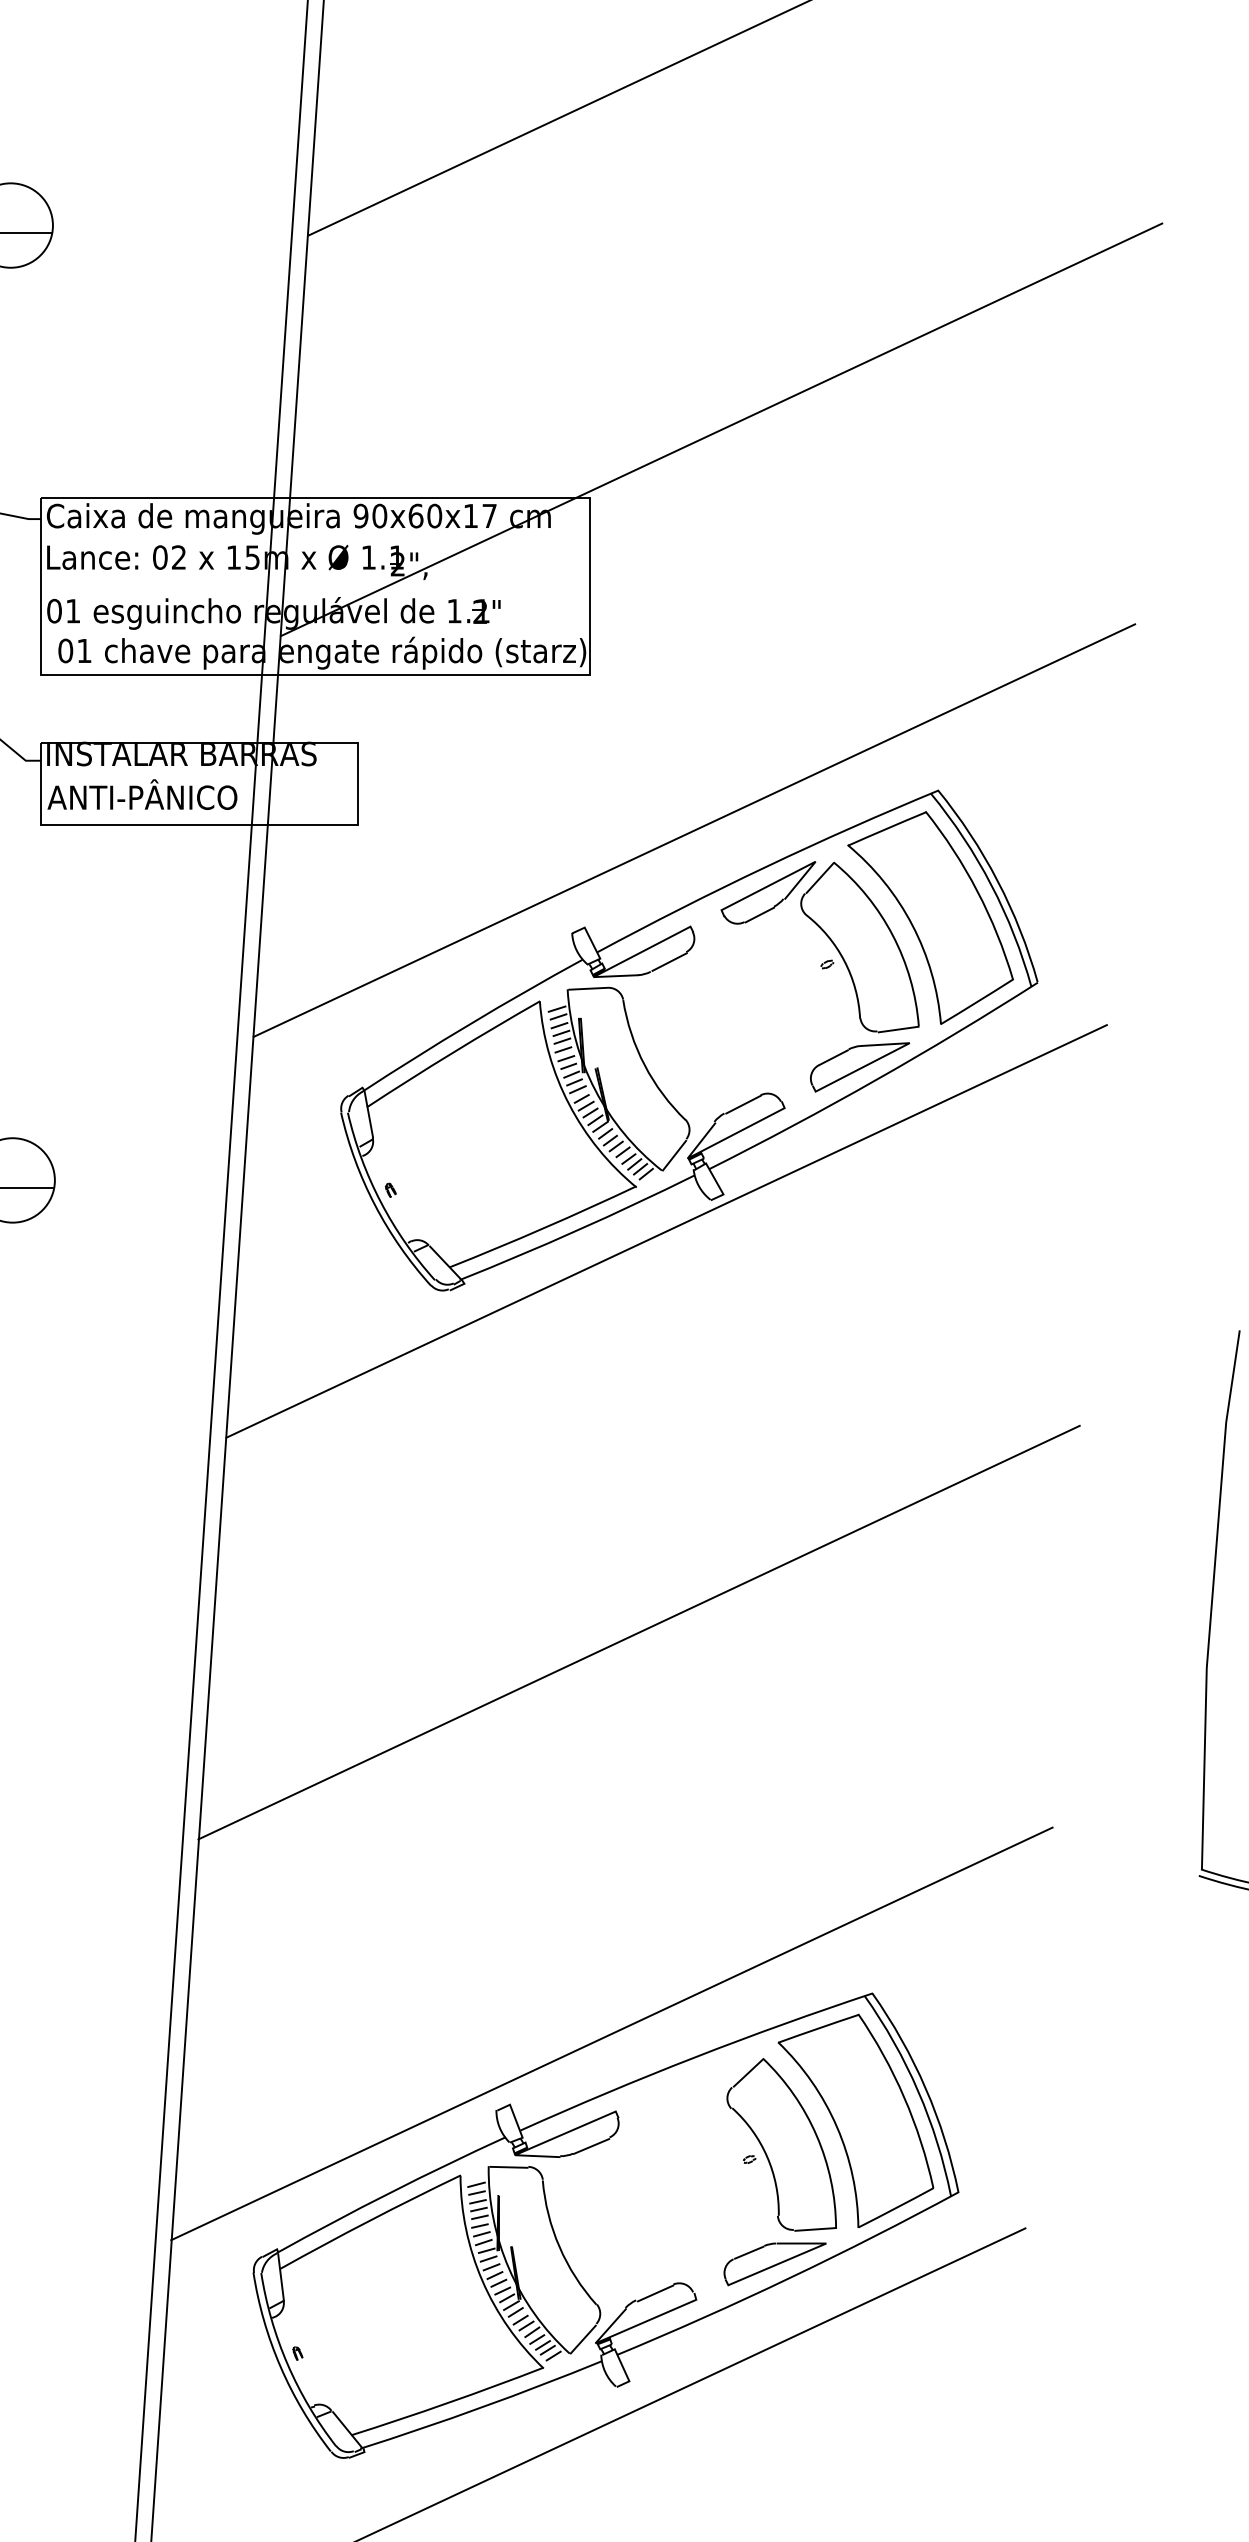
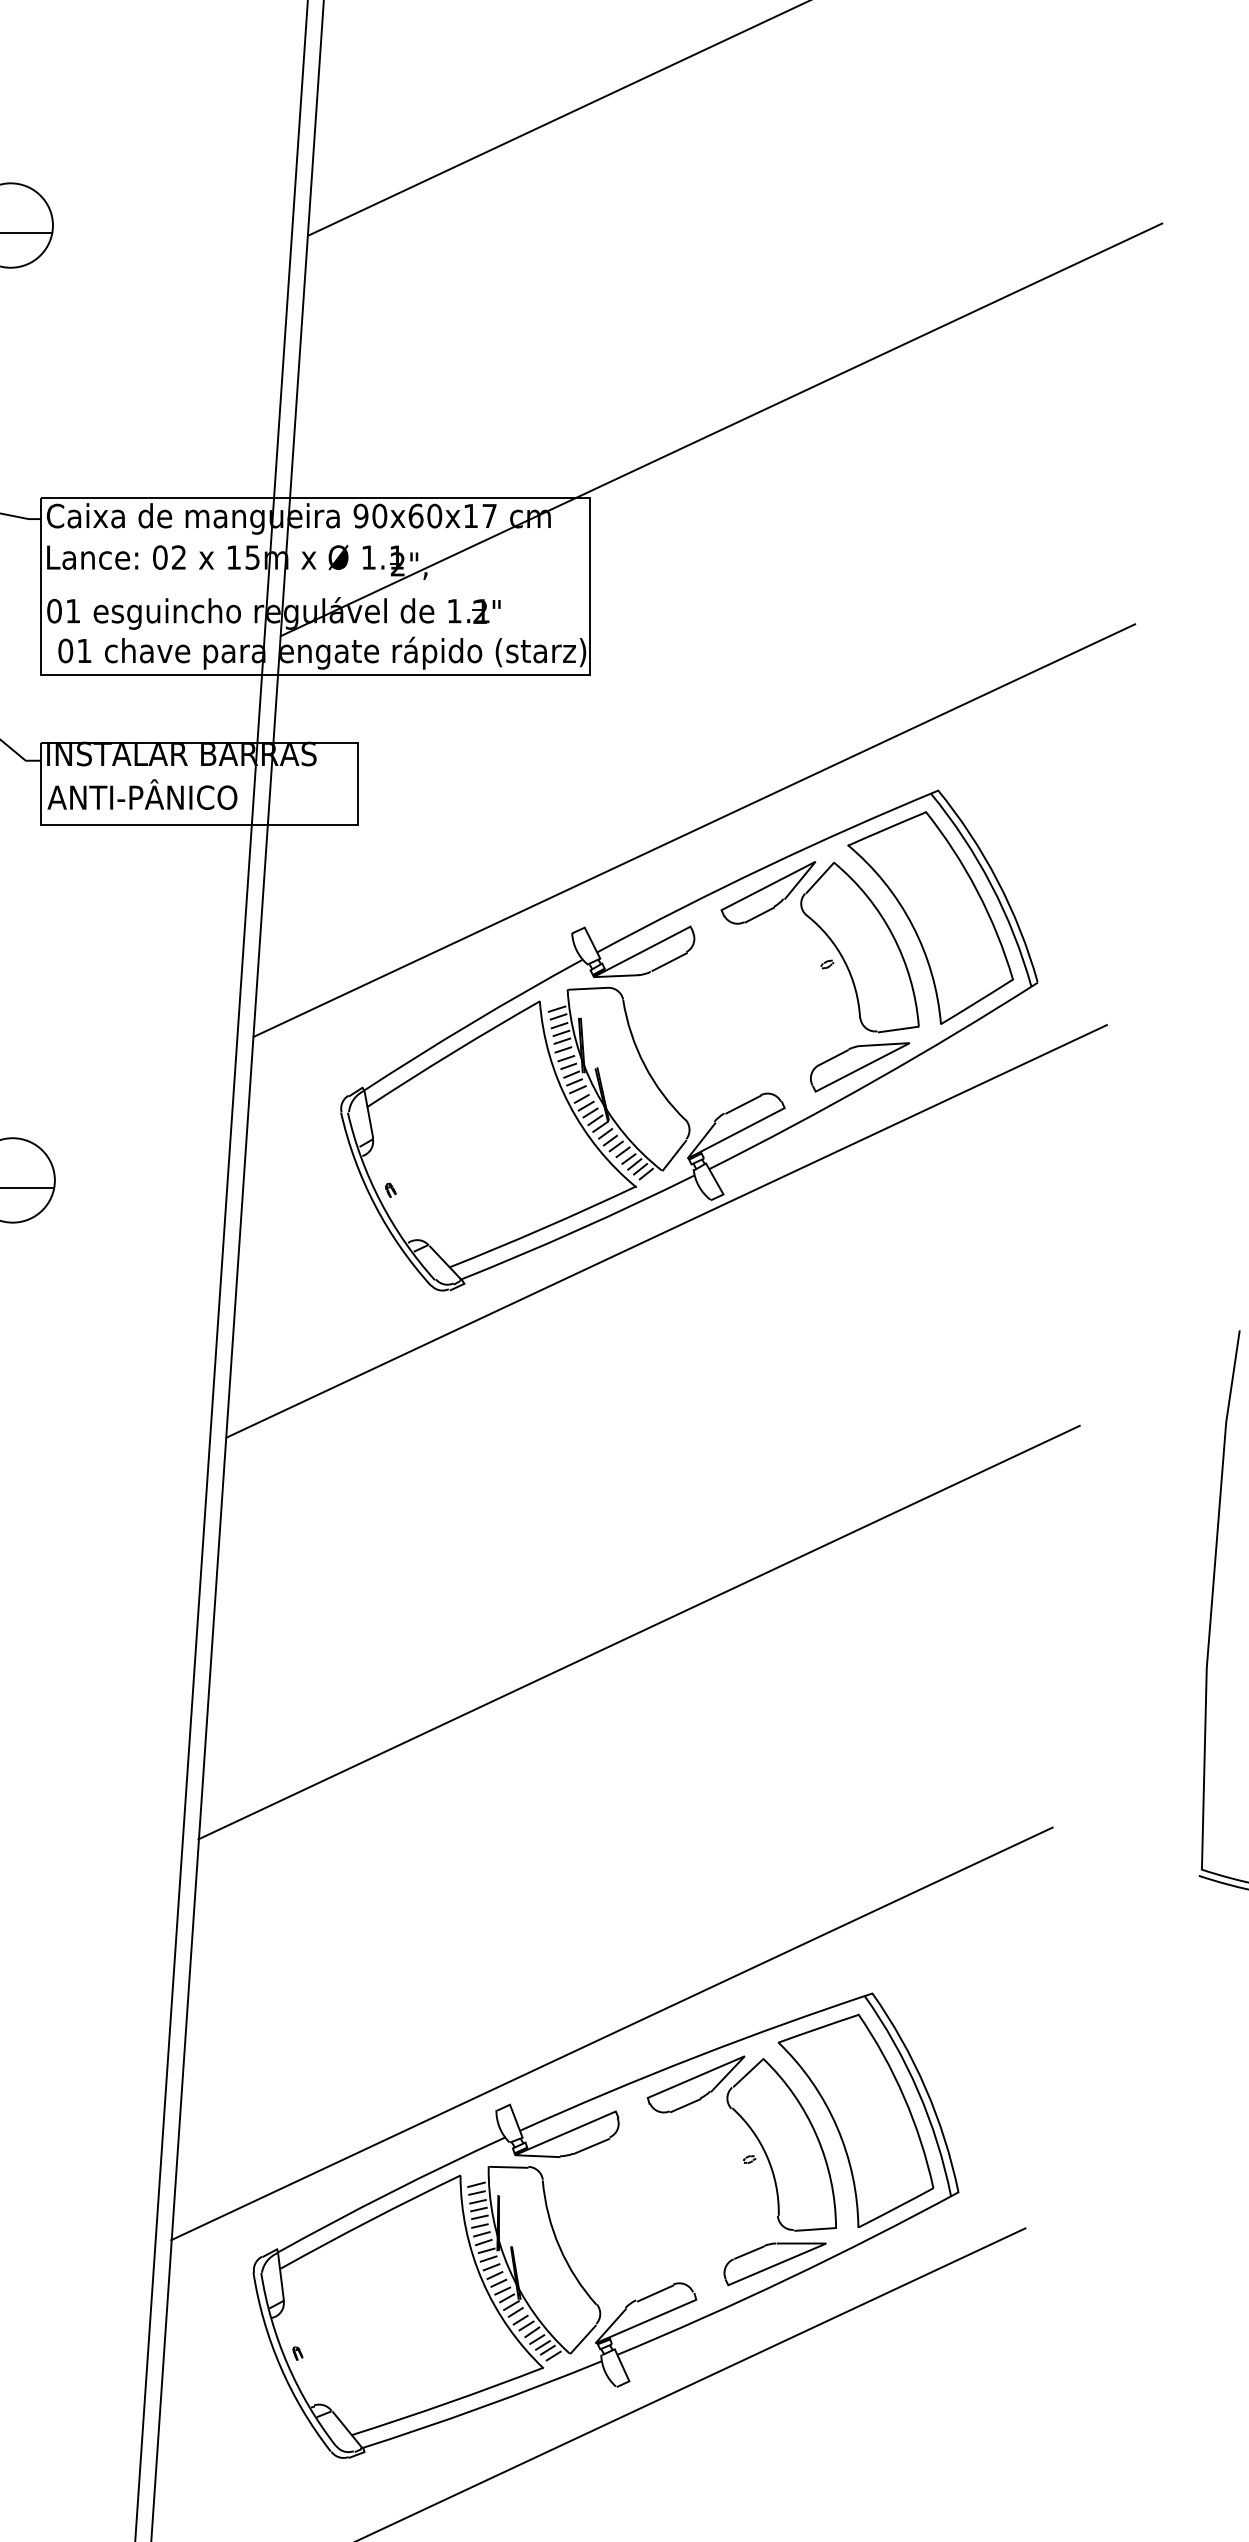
part at (695, 2084): none -> present
